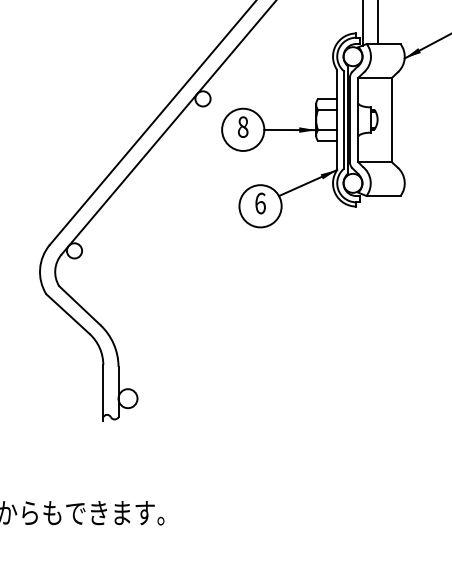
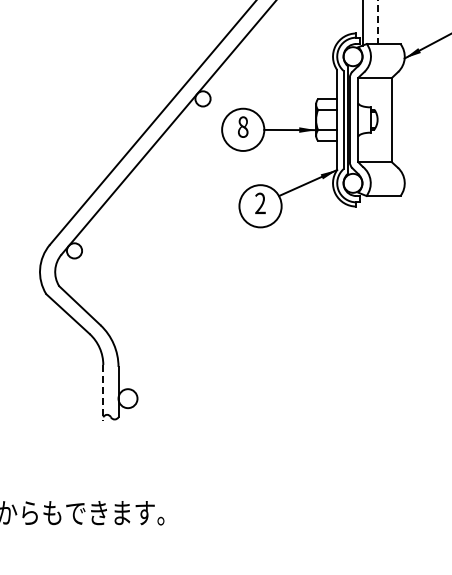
line at (377, 22): solid -> dashed
text at (260, 203): 6 -> 2
line at (103, 392): solid -> dashed
